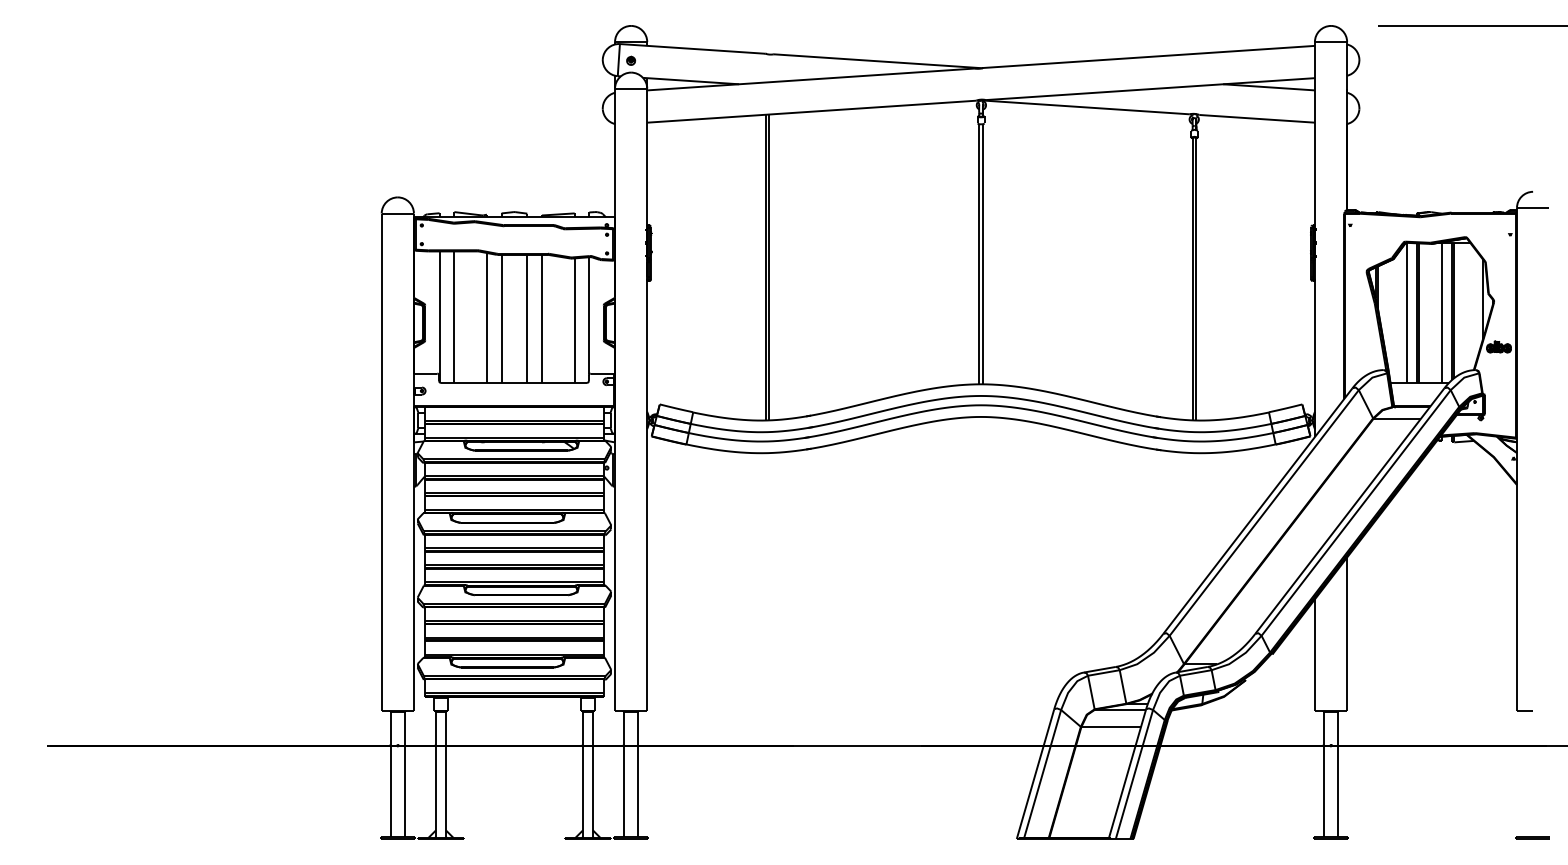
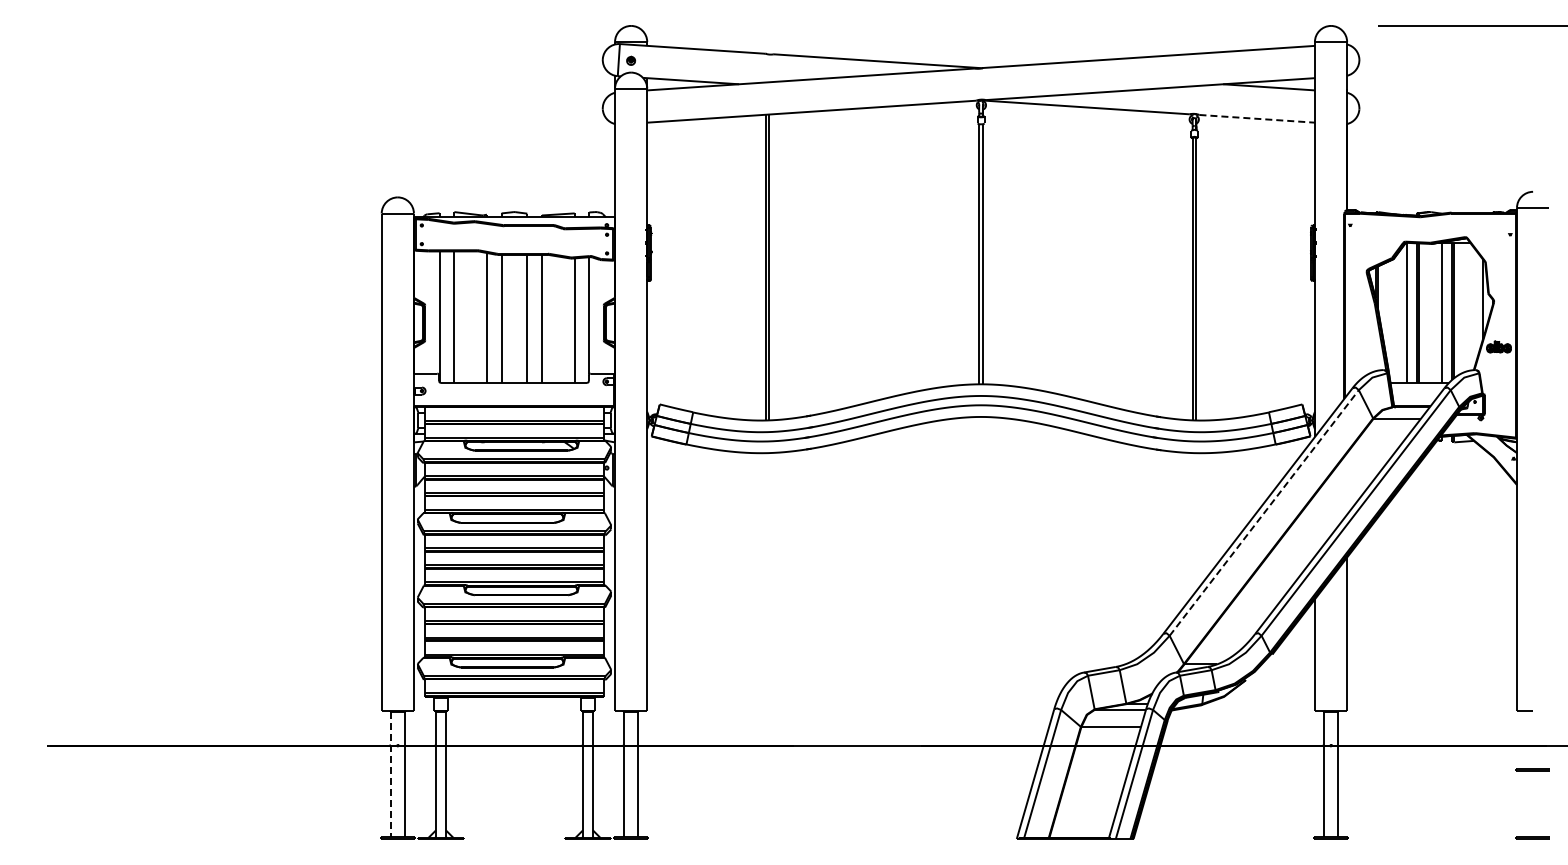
line at (1257, 118): solid -> dashed
line at (1264, 512): solid -> dashed
line at (1532, 769): none -> present
line at (390, 774): solid -> dashed
